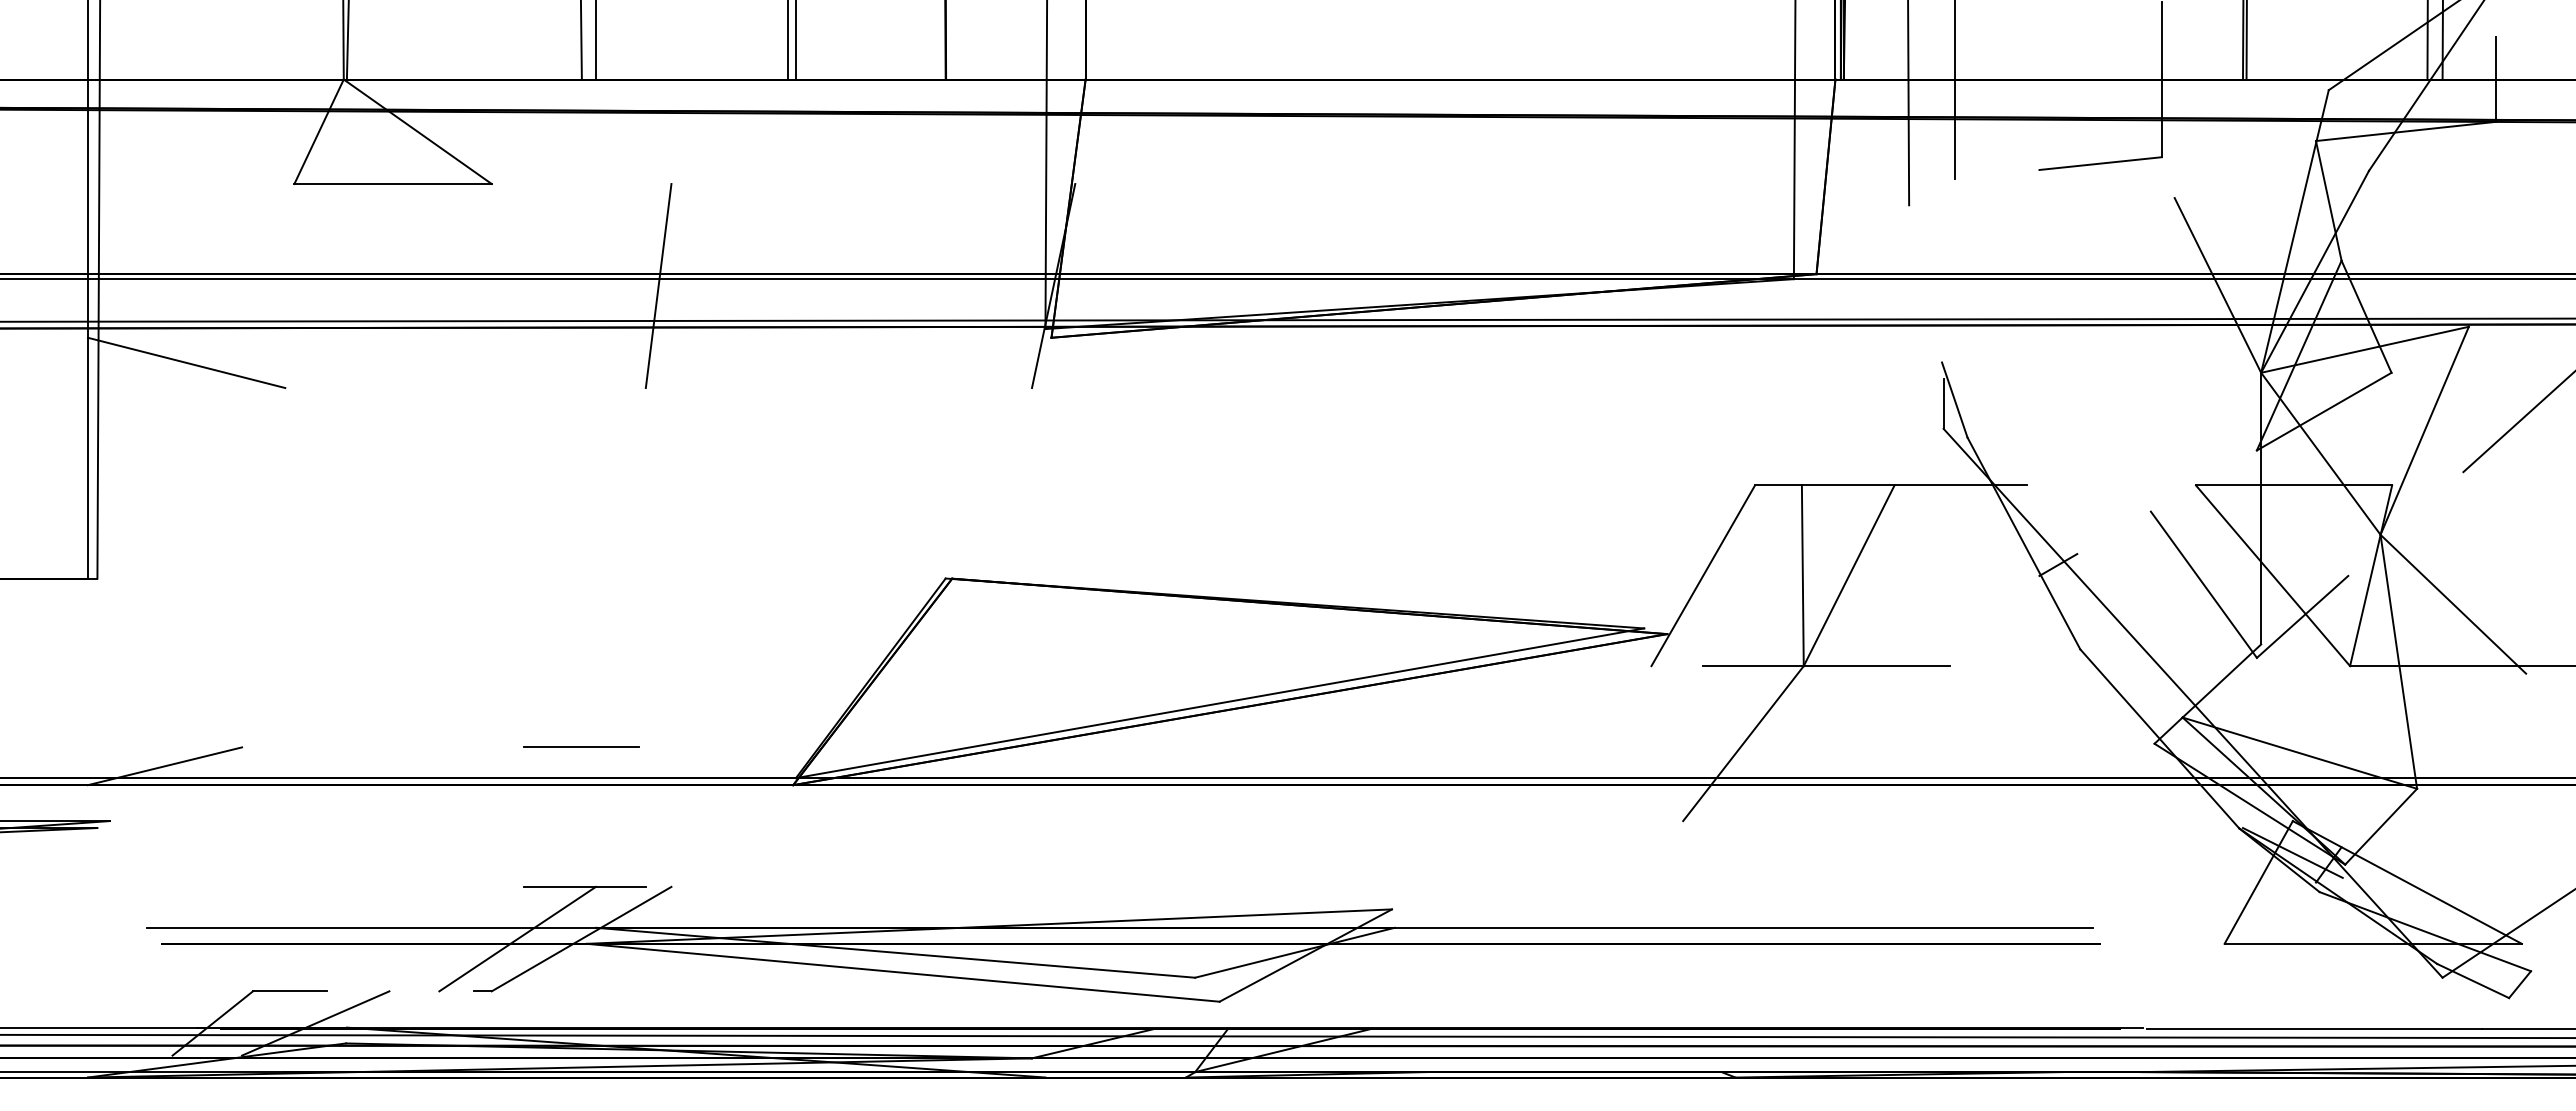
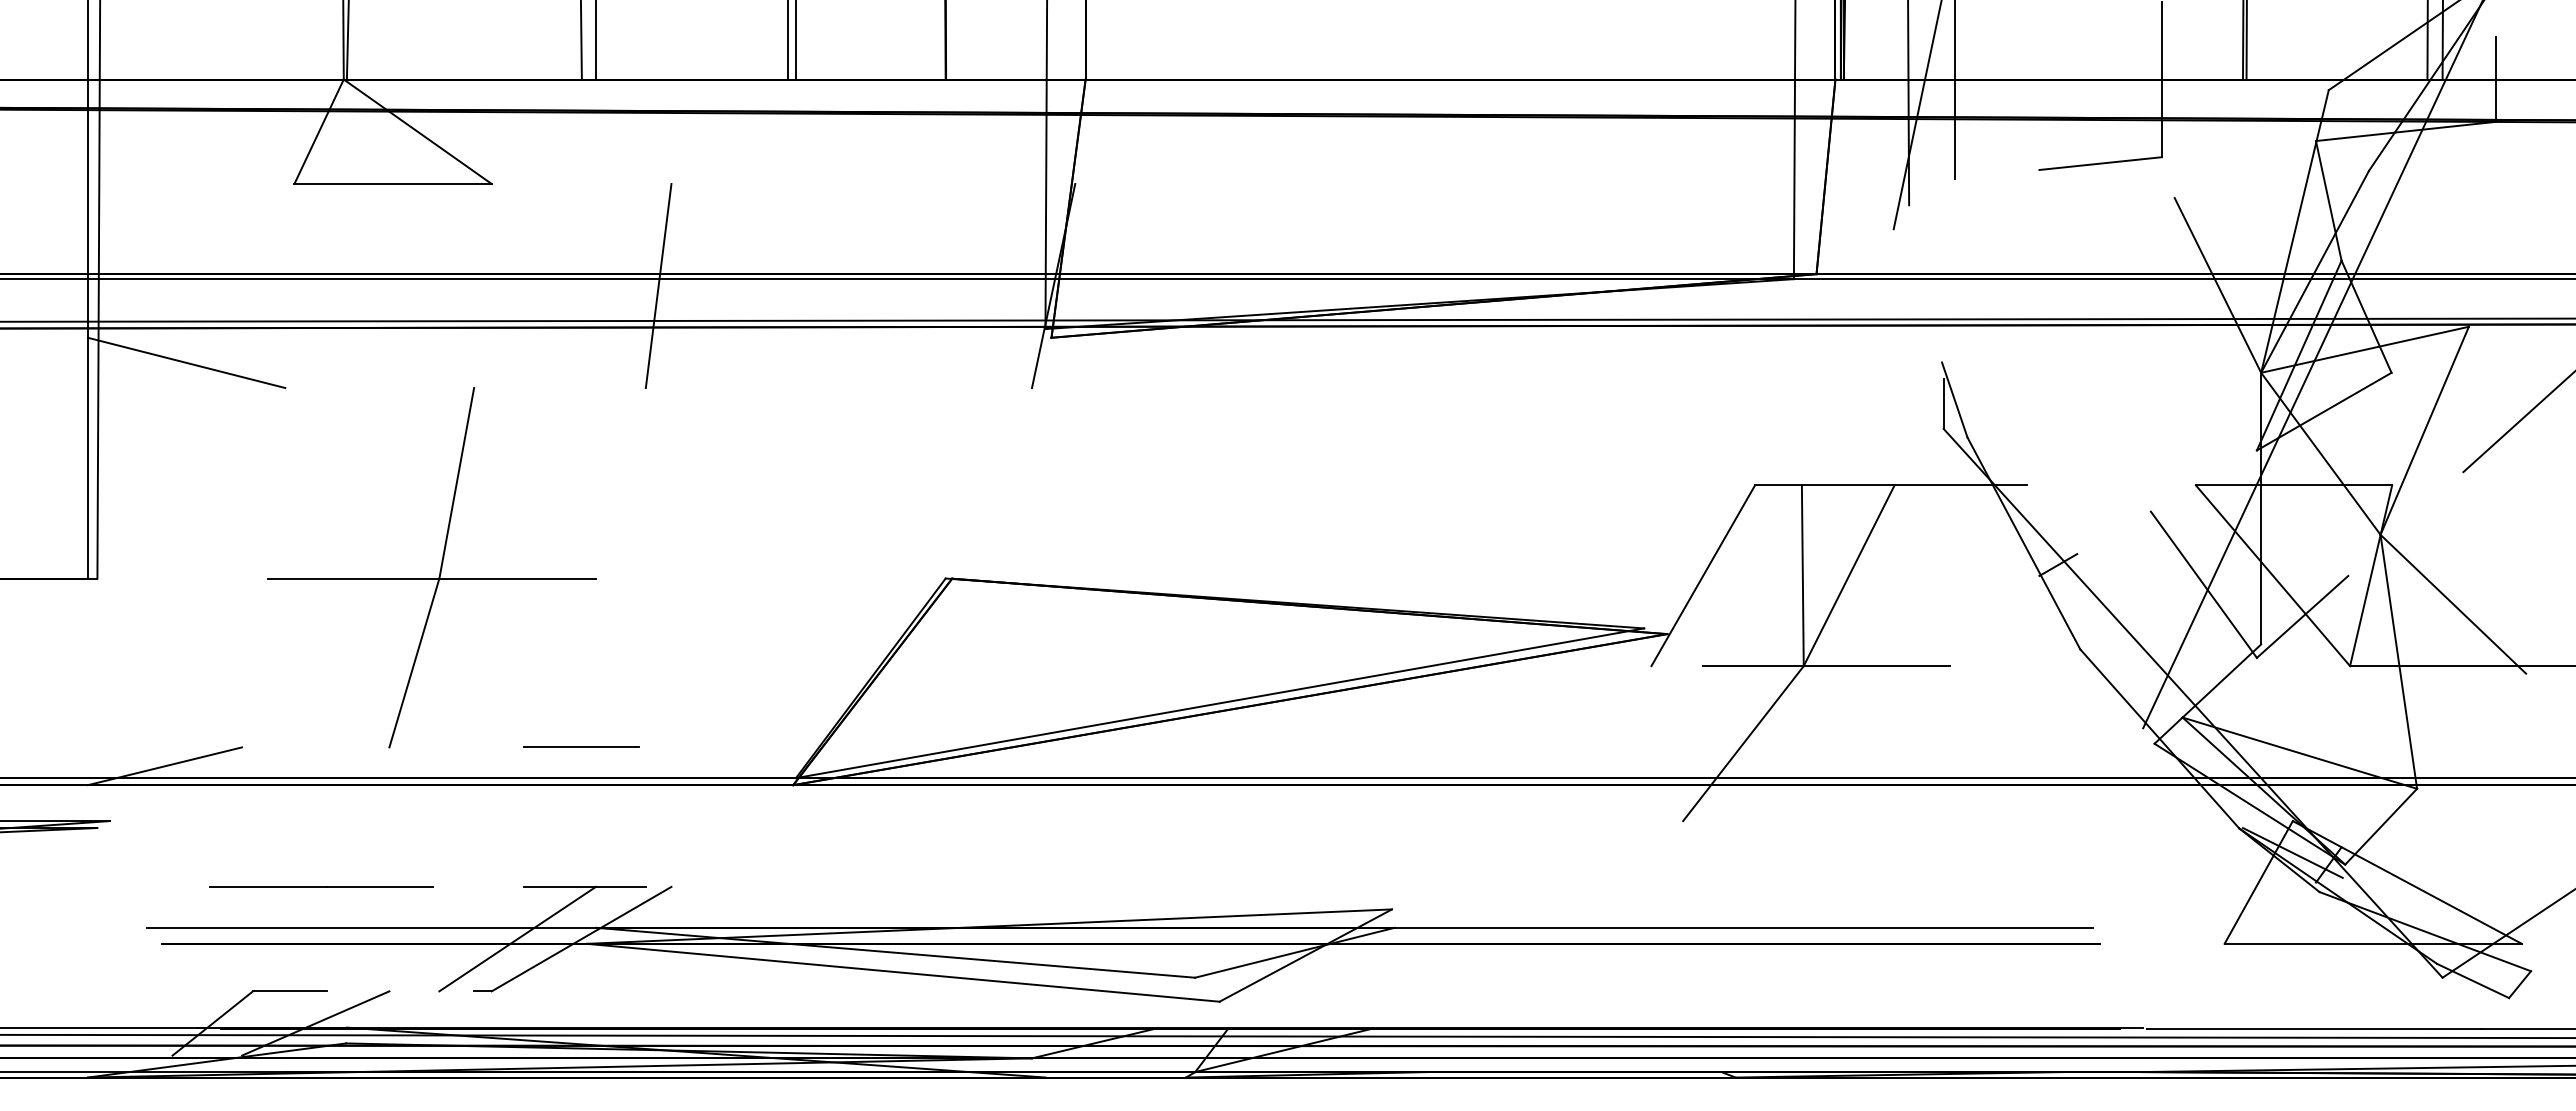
line at (1917, 115): none -> present
line at (2312, 365): none -> present
part at (439, 571): none -> present
line at (321, 886): none -> present
